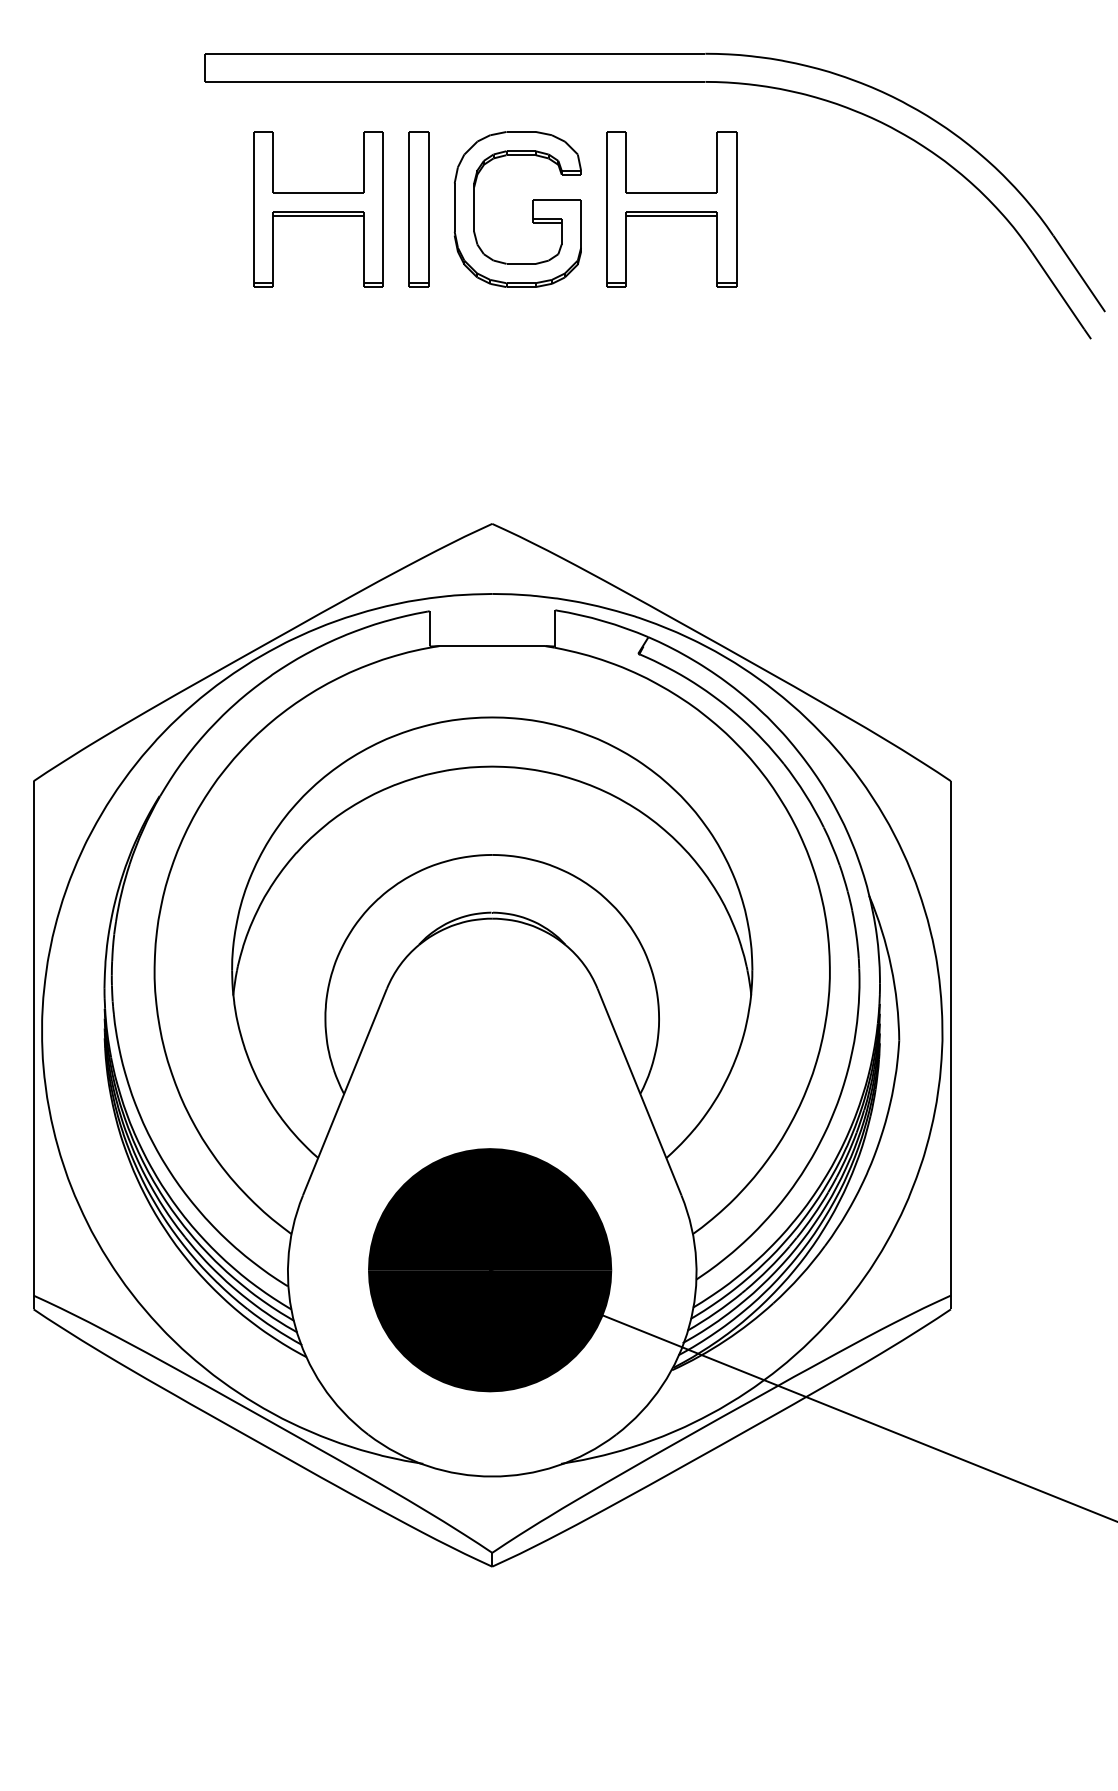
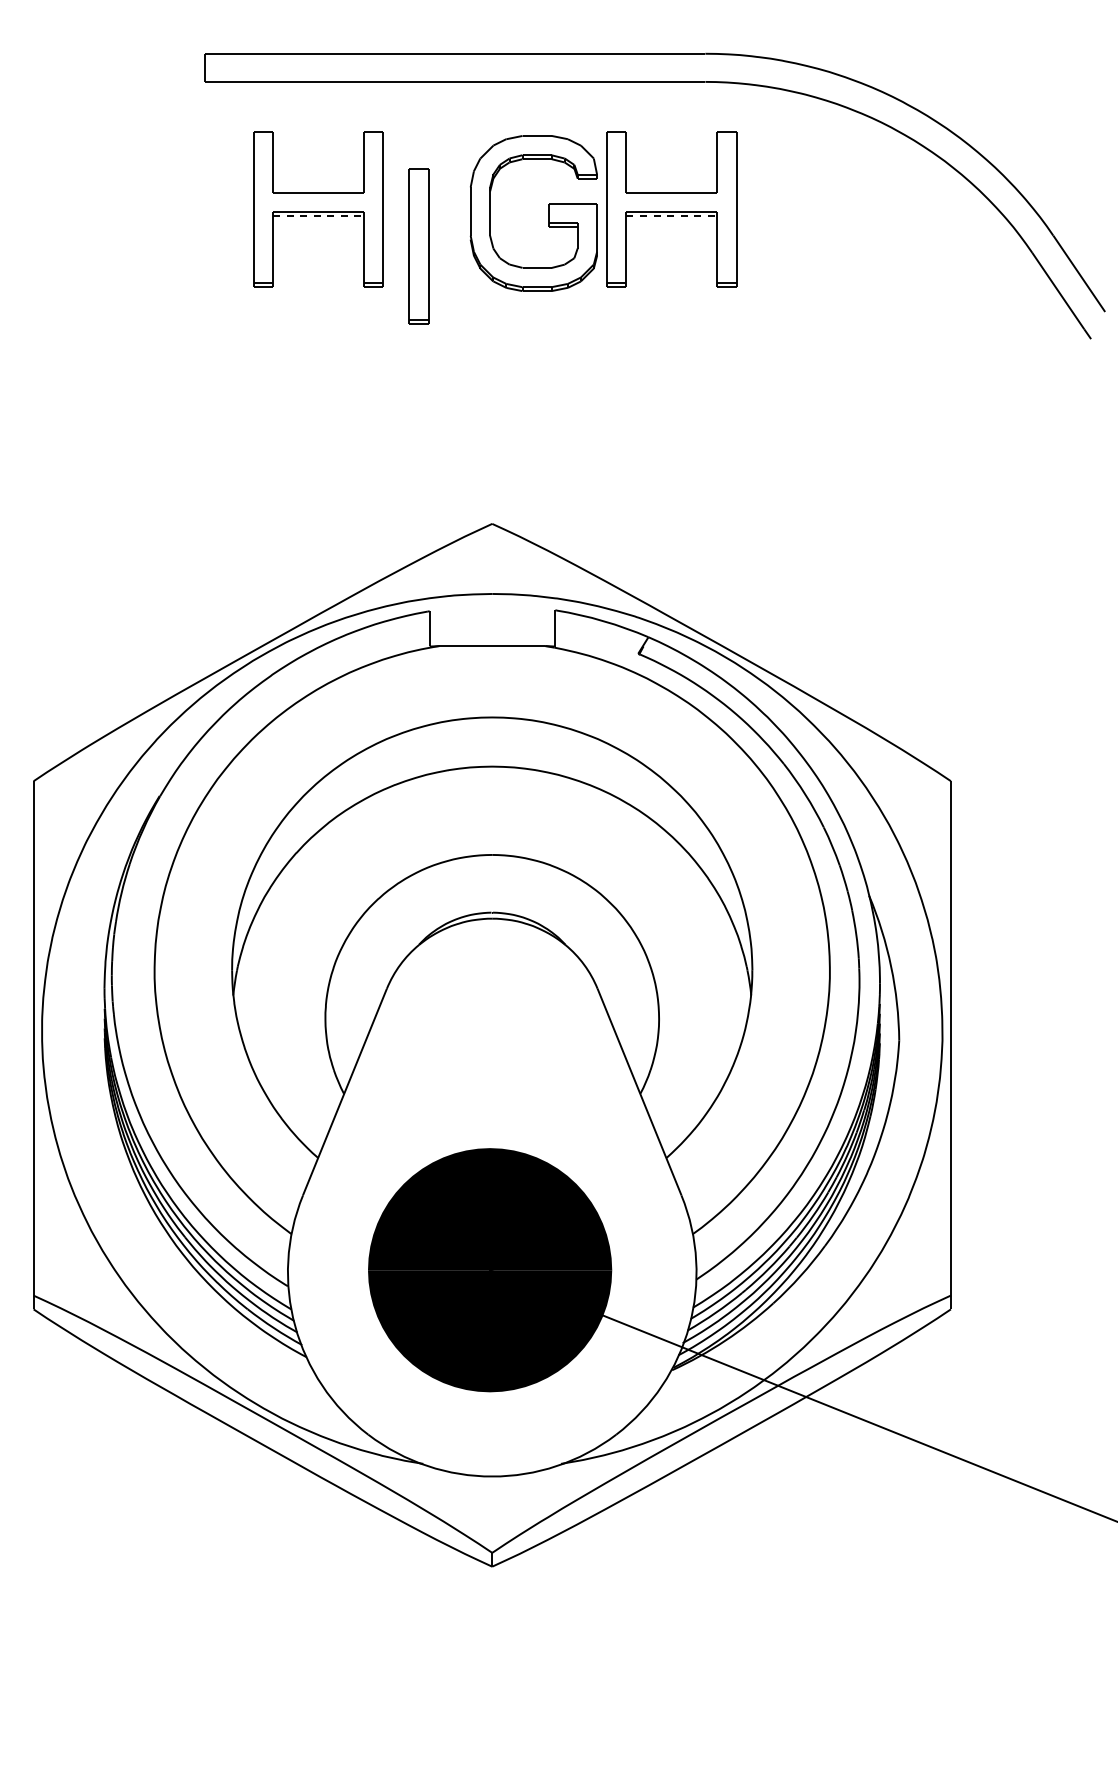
part at (418, 209) position: (418, 209) -> (418, 246)
part at (532, 209) position: (532, 209) -> (548, 213)
line at (319, 216): solid -> dashed
line at (672, 216): solid -> dashed
